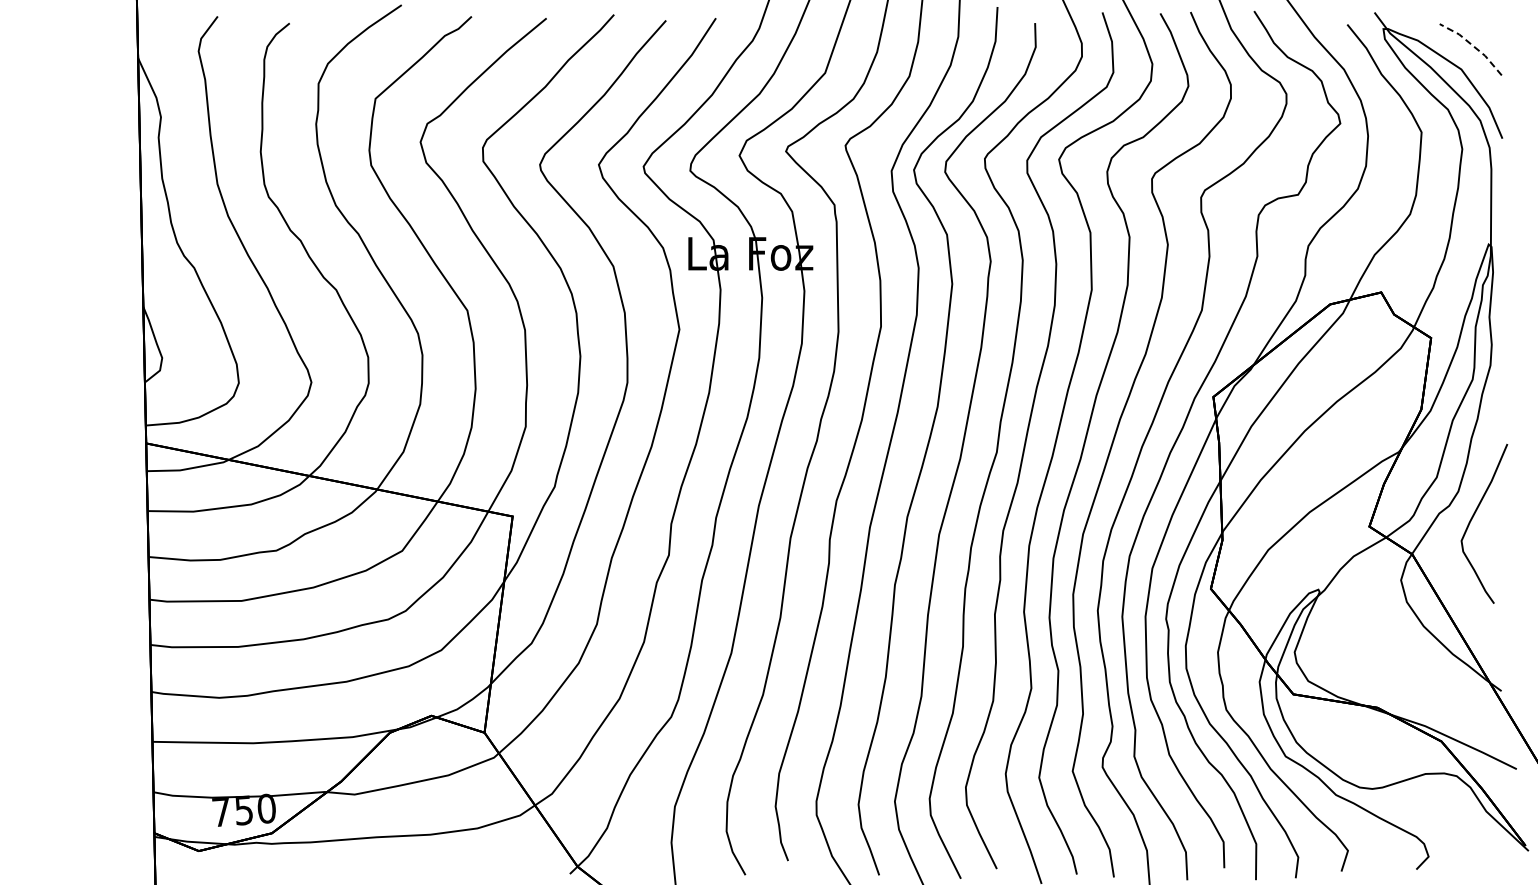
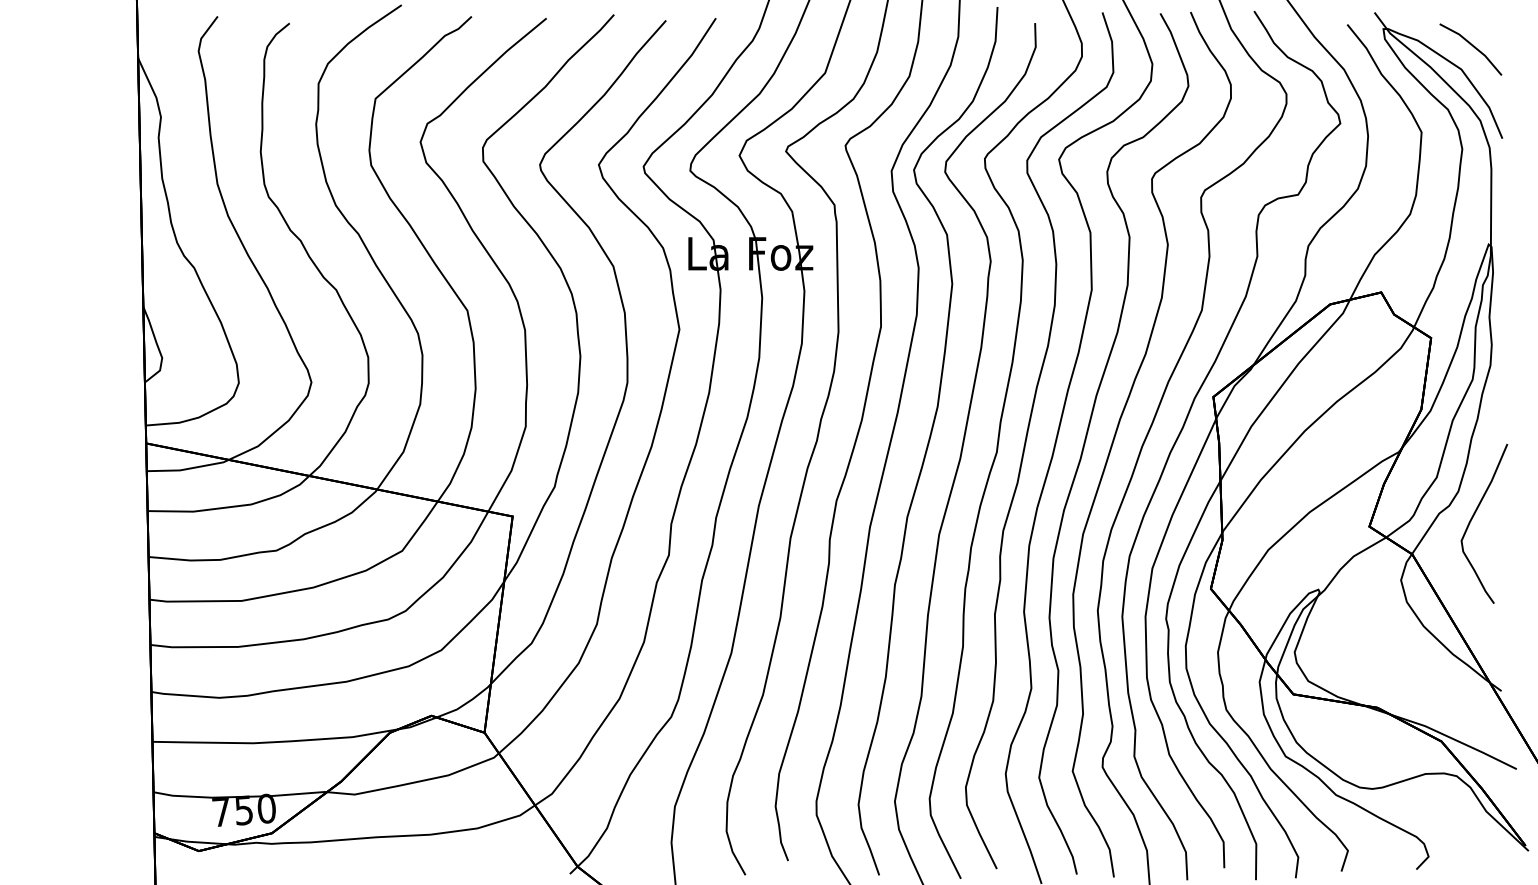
line at (1472, 45): dashed -> solid
